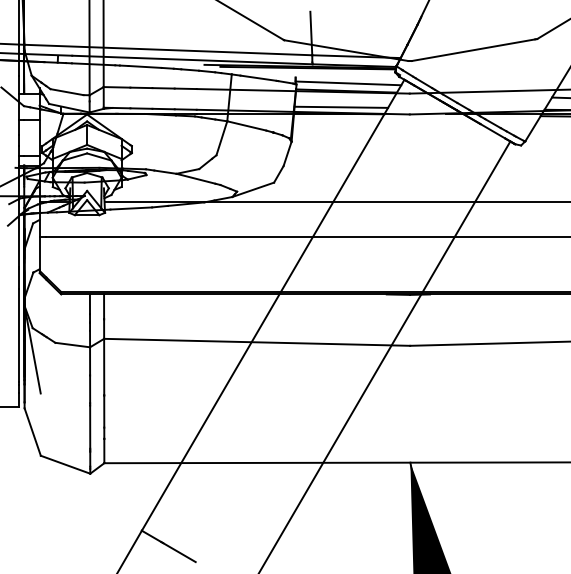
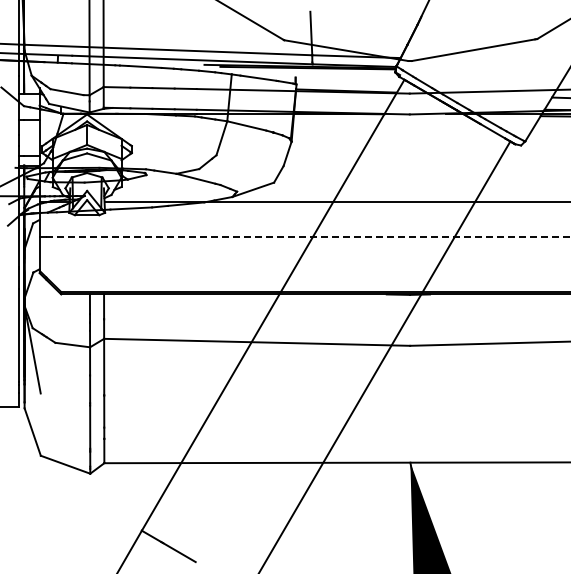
line at (348, 83): present -> none
line at (341, 106): present -> none
line at (309, 236): solid -> dashed
